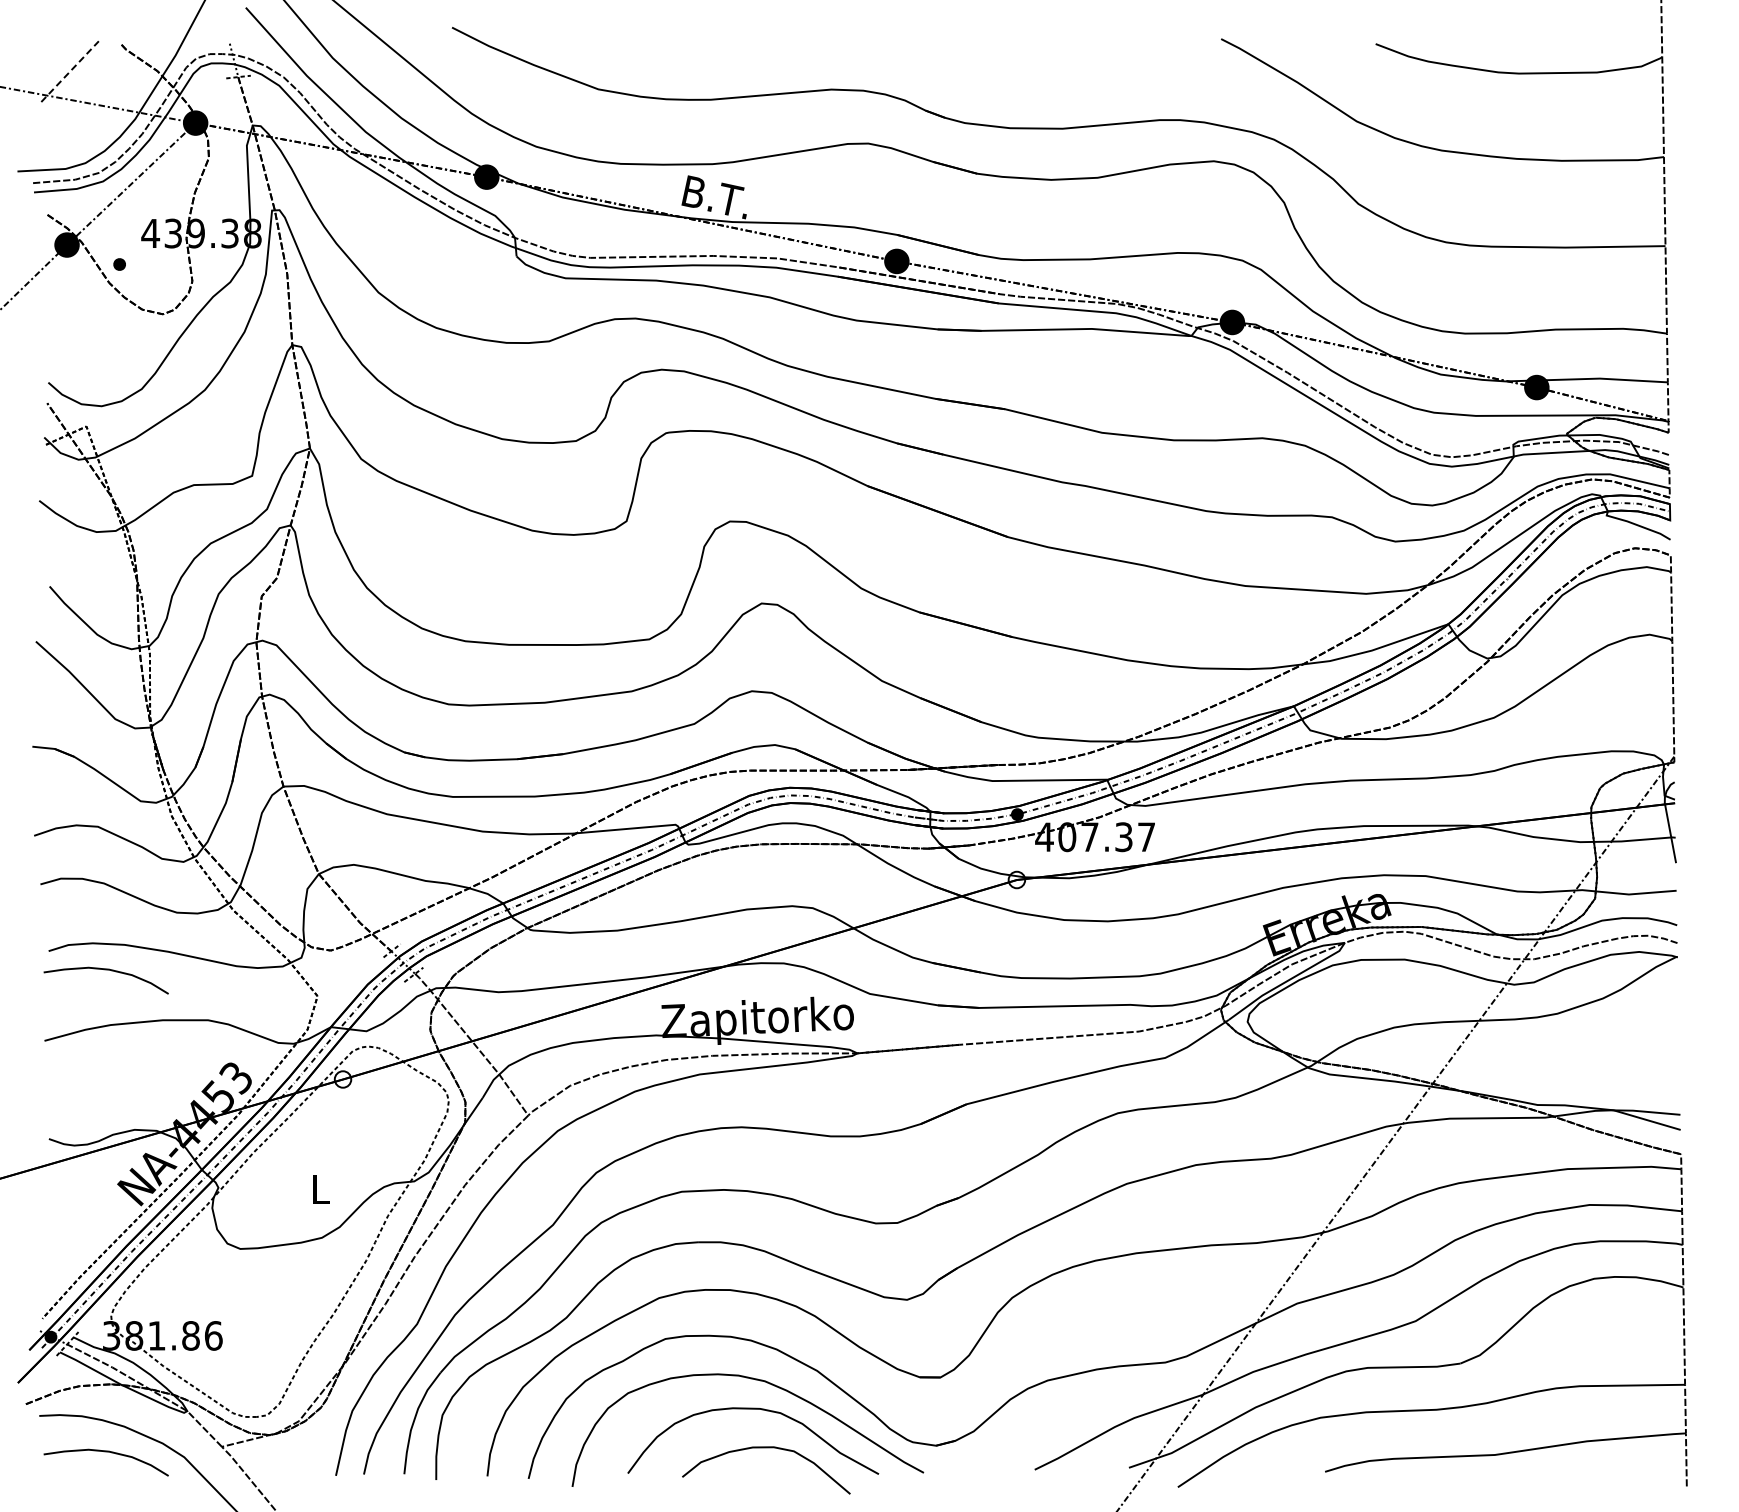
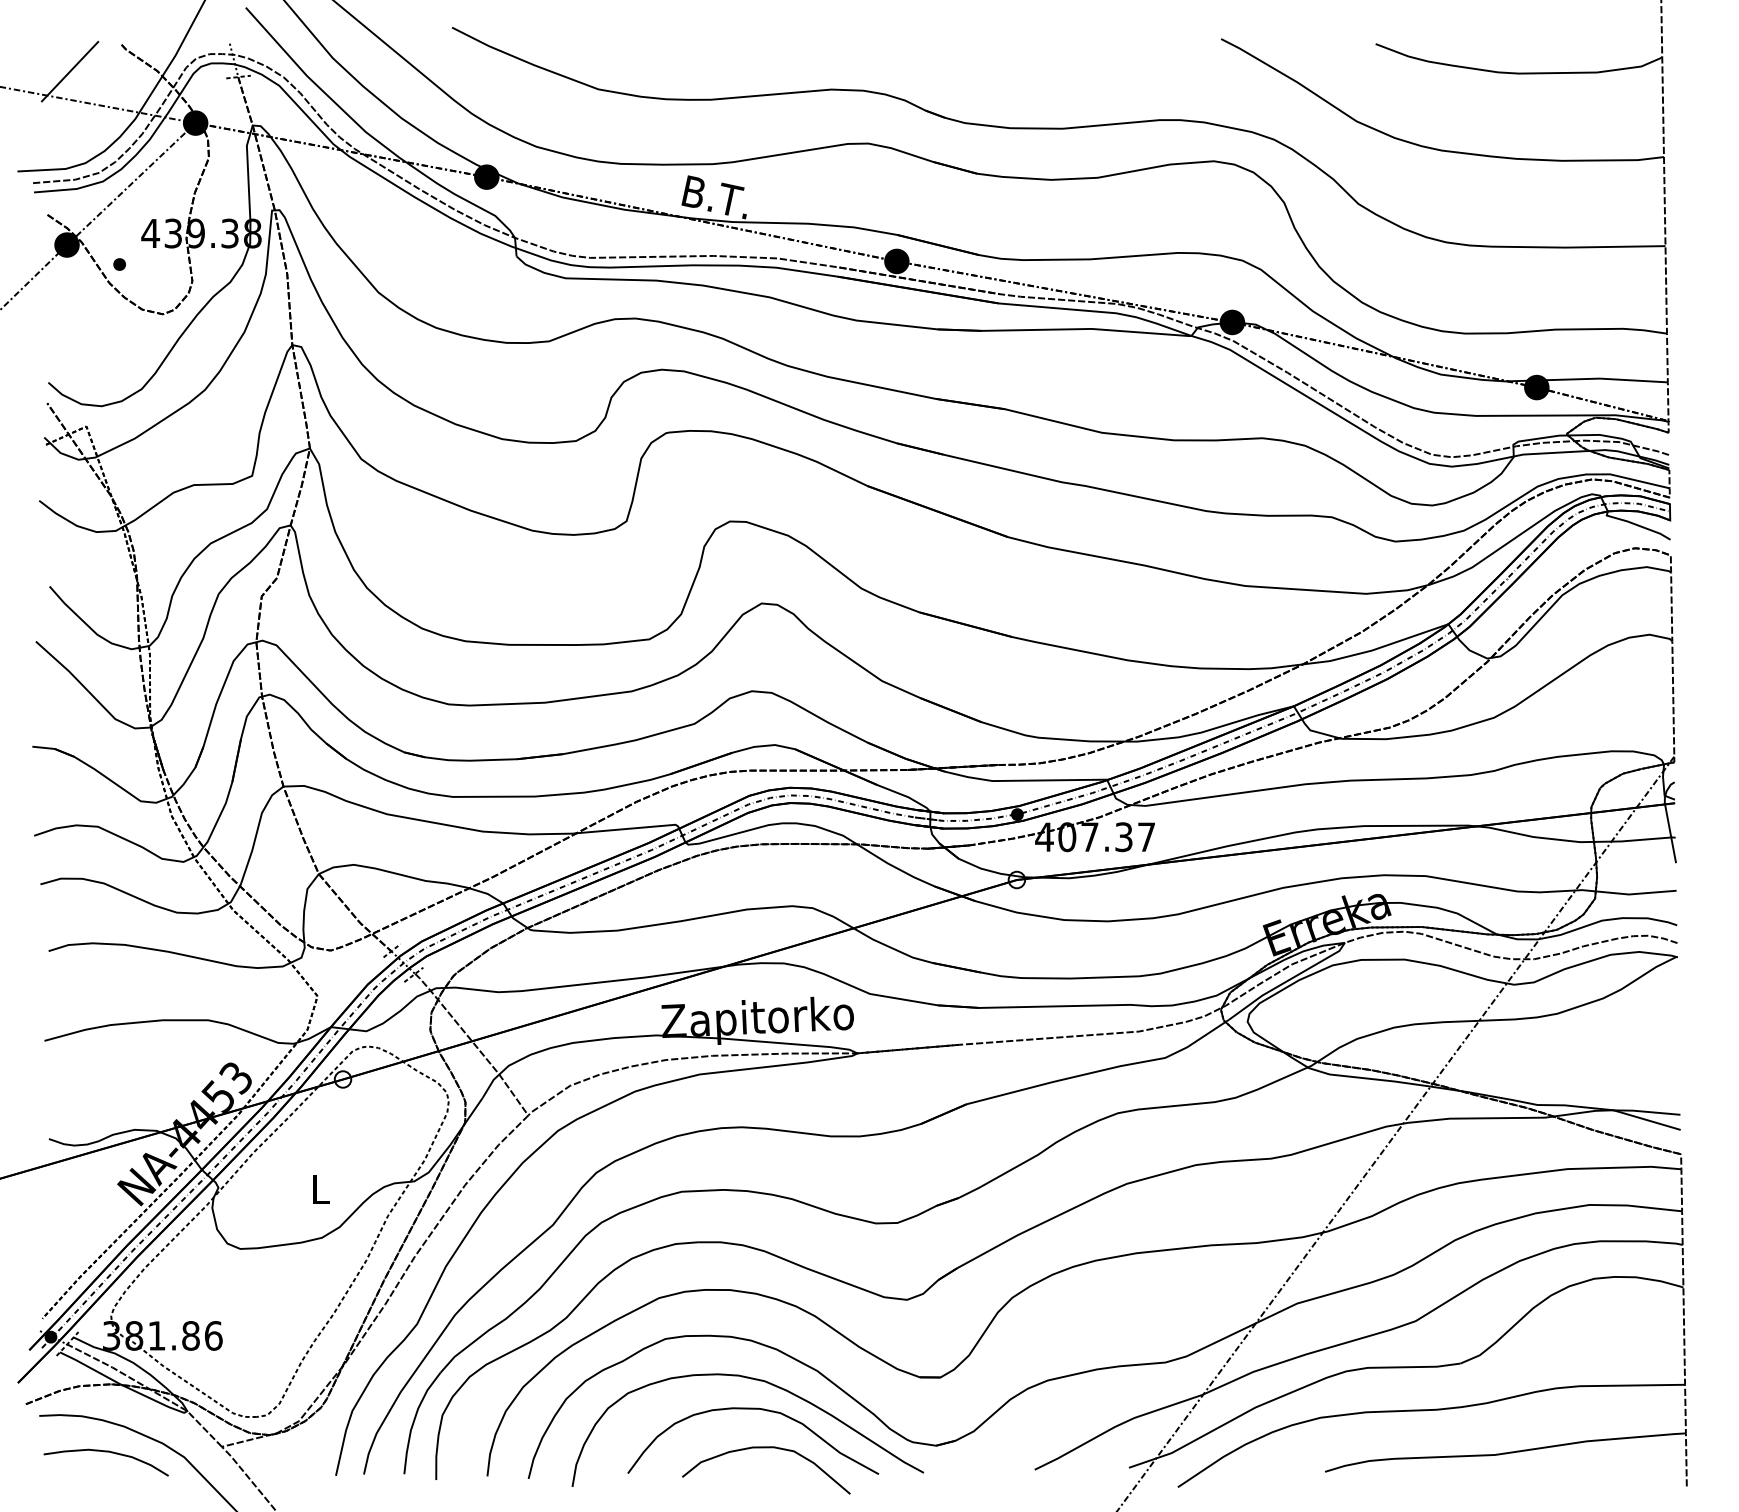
line at (70, 71): dashed -> solid
curve at (105, 970): present -> none
